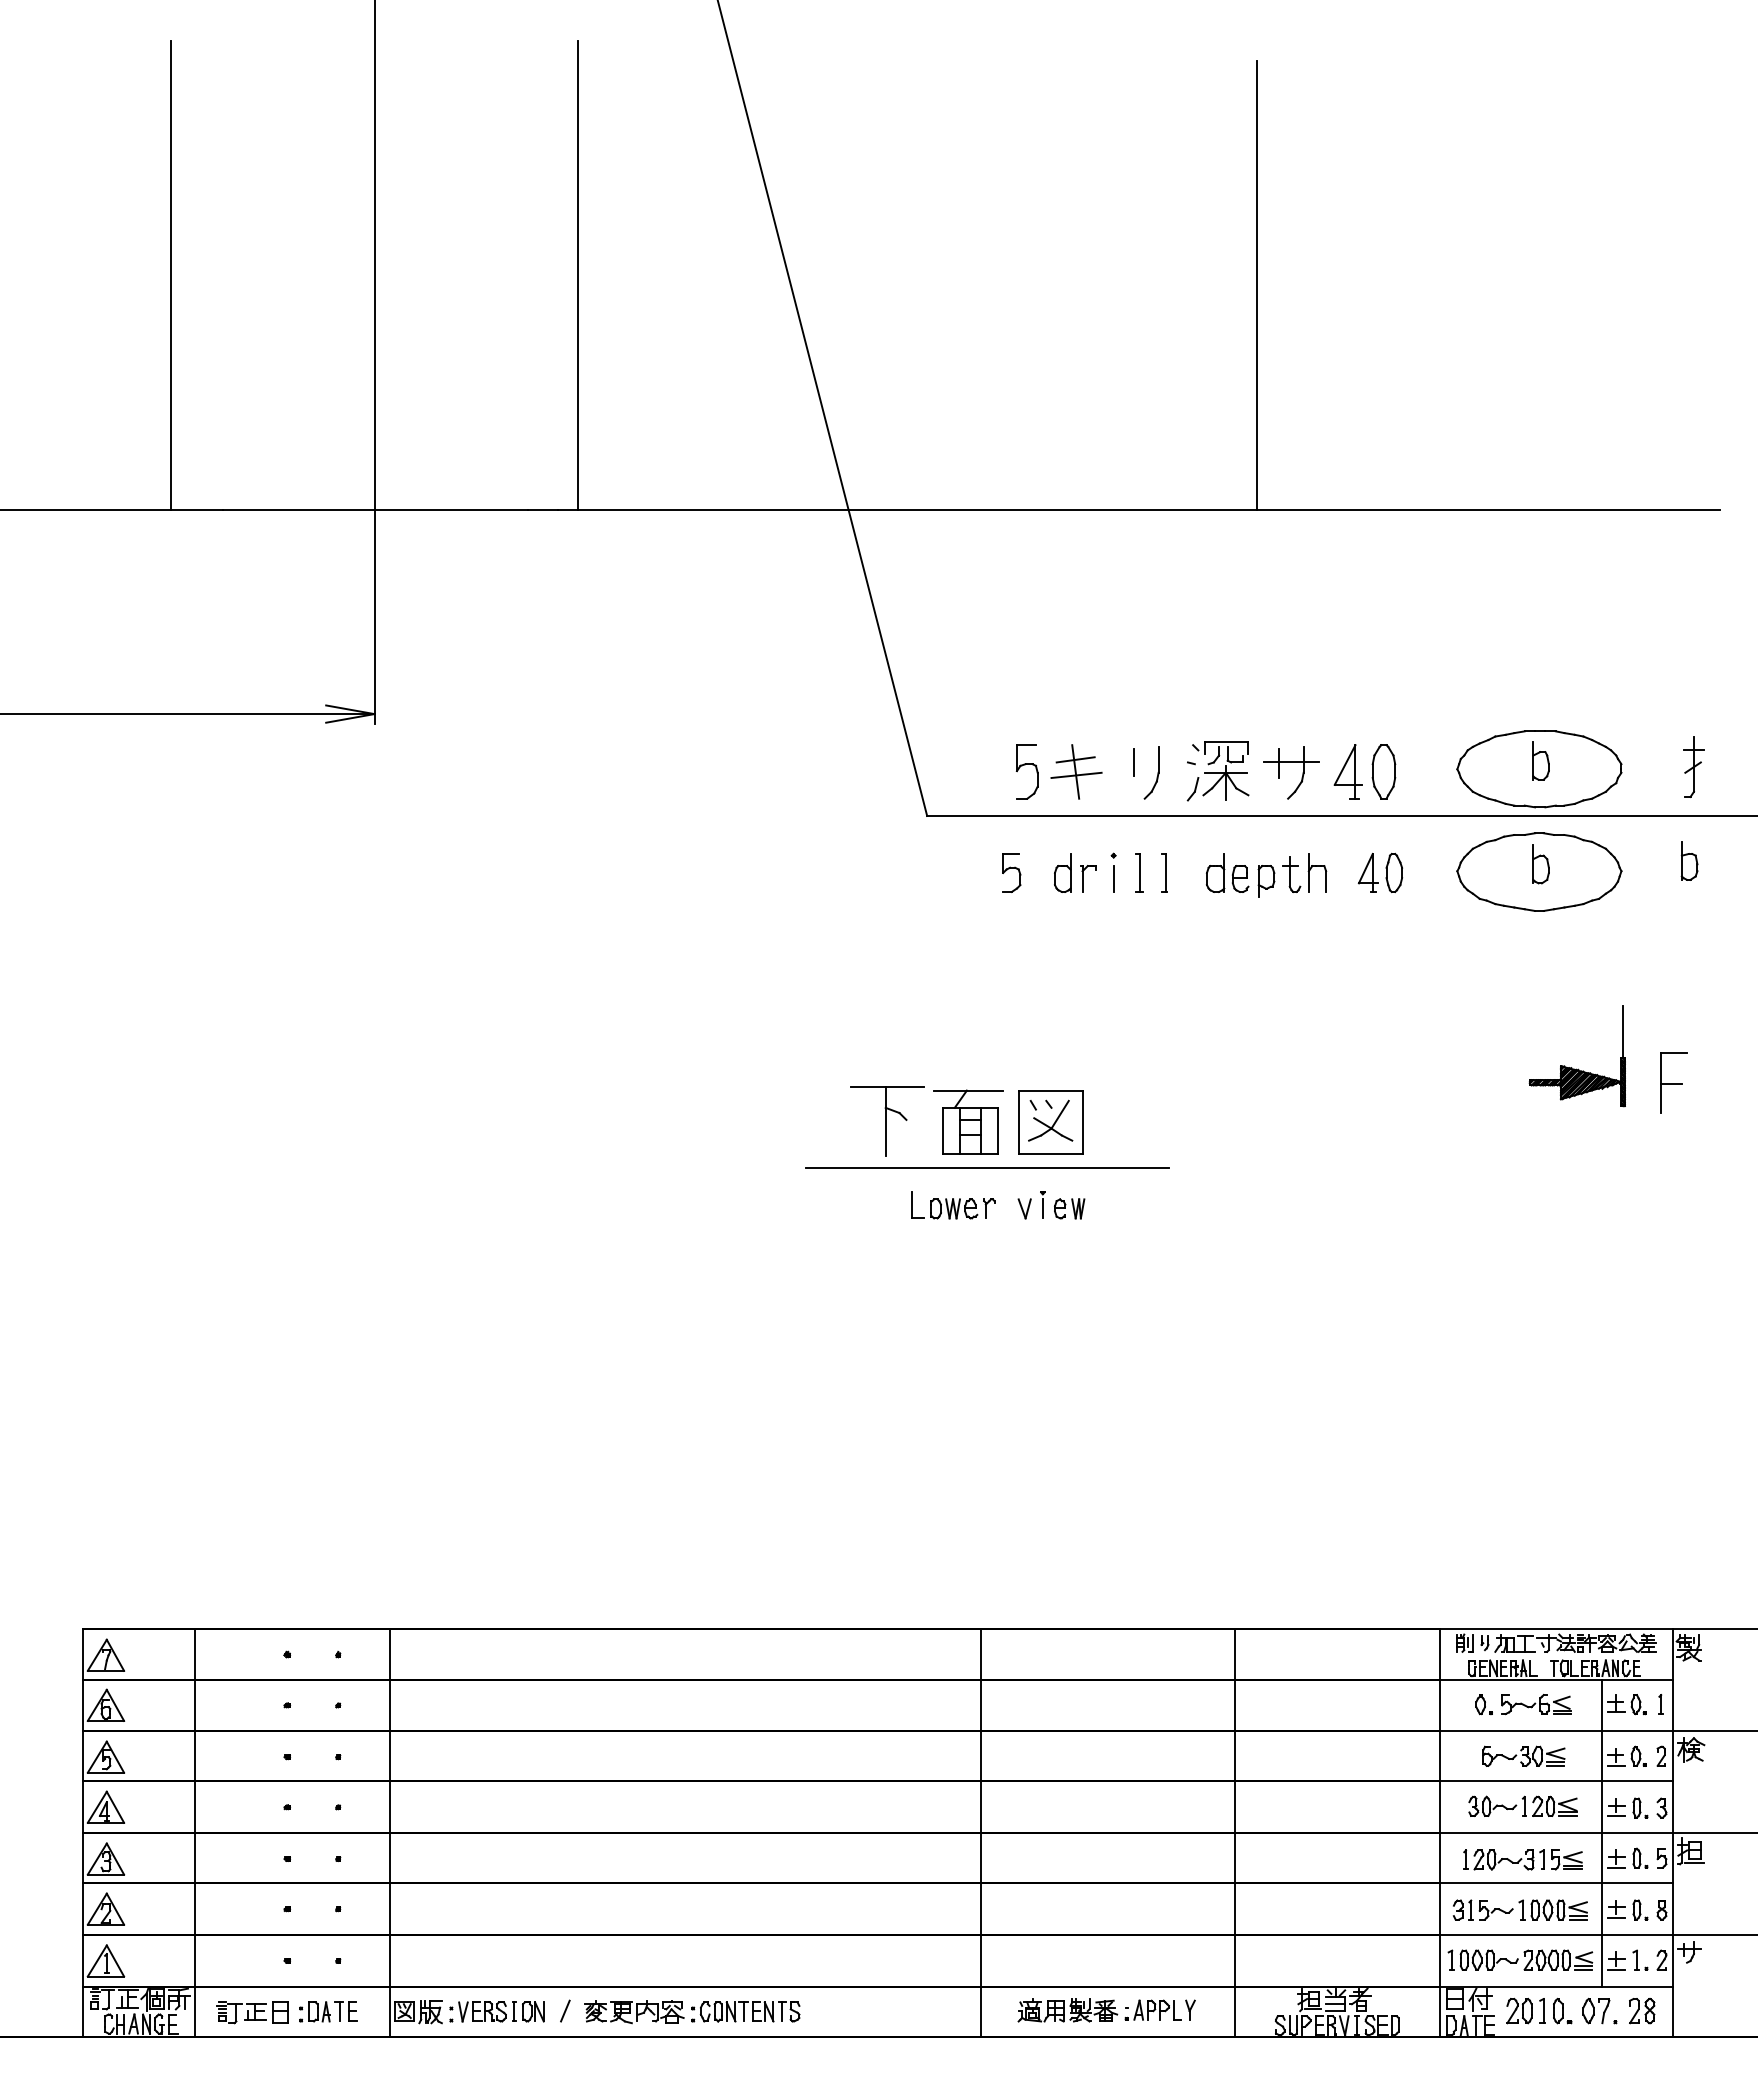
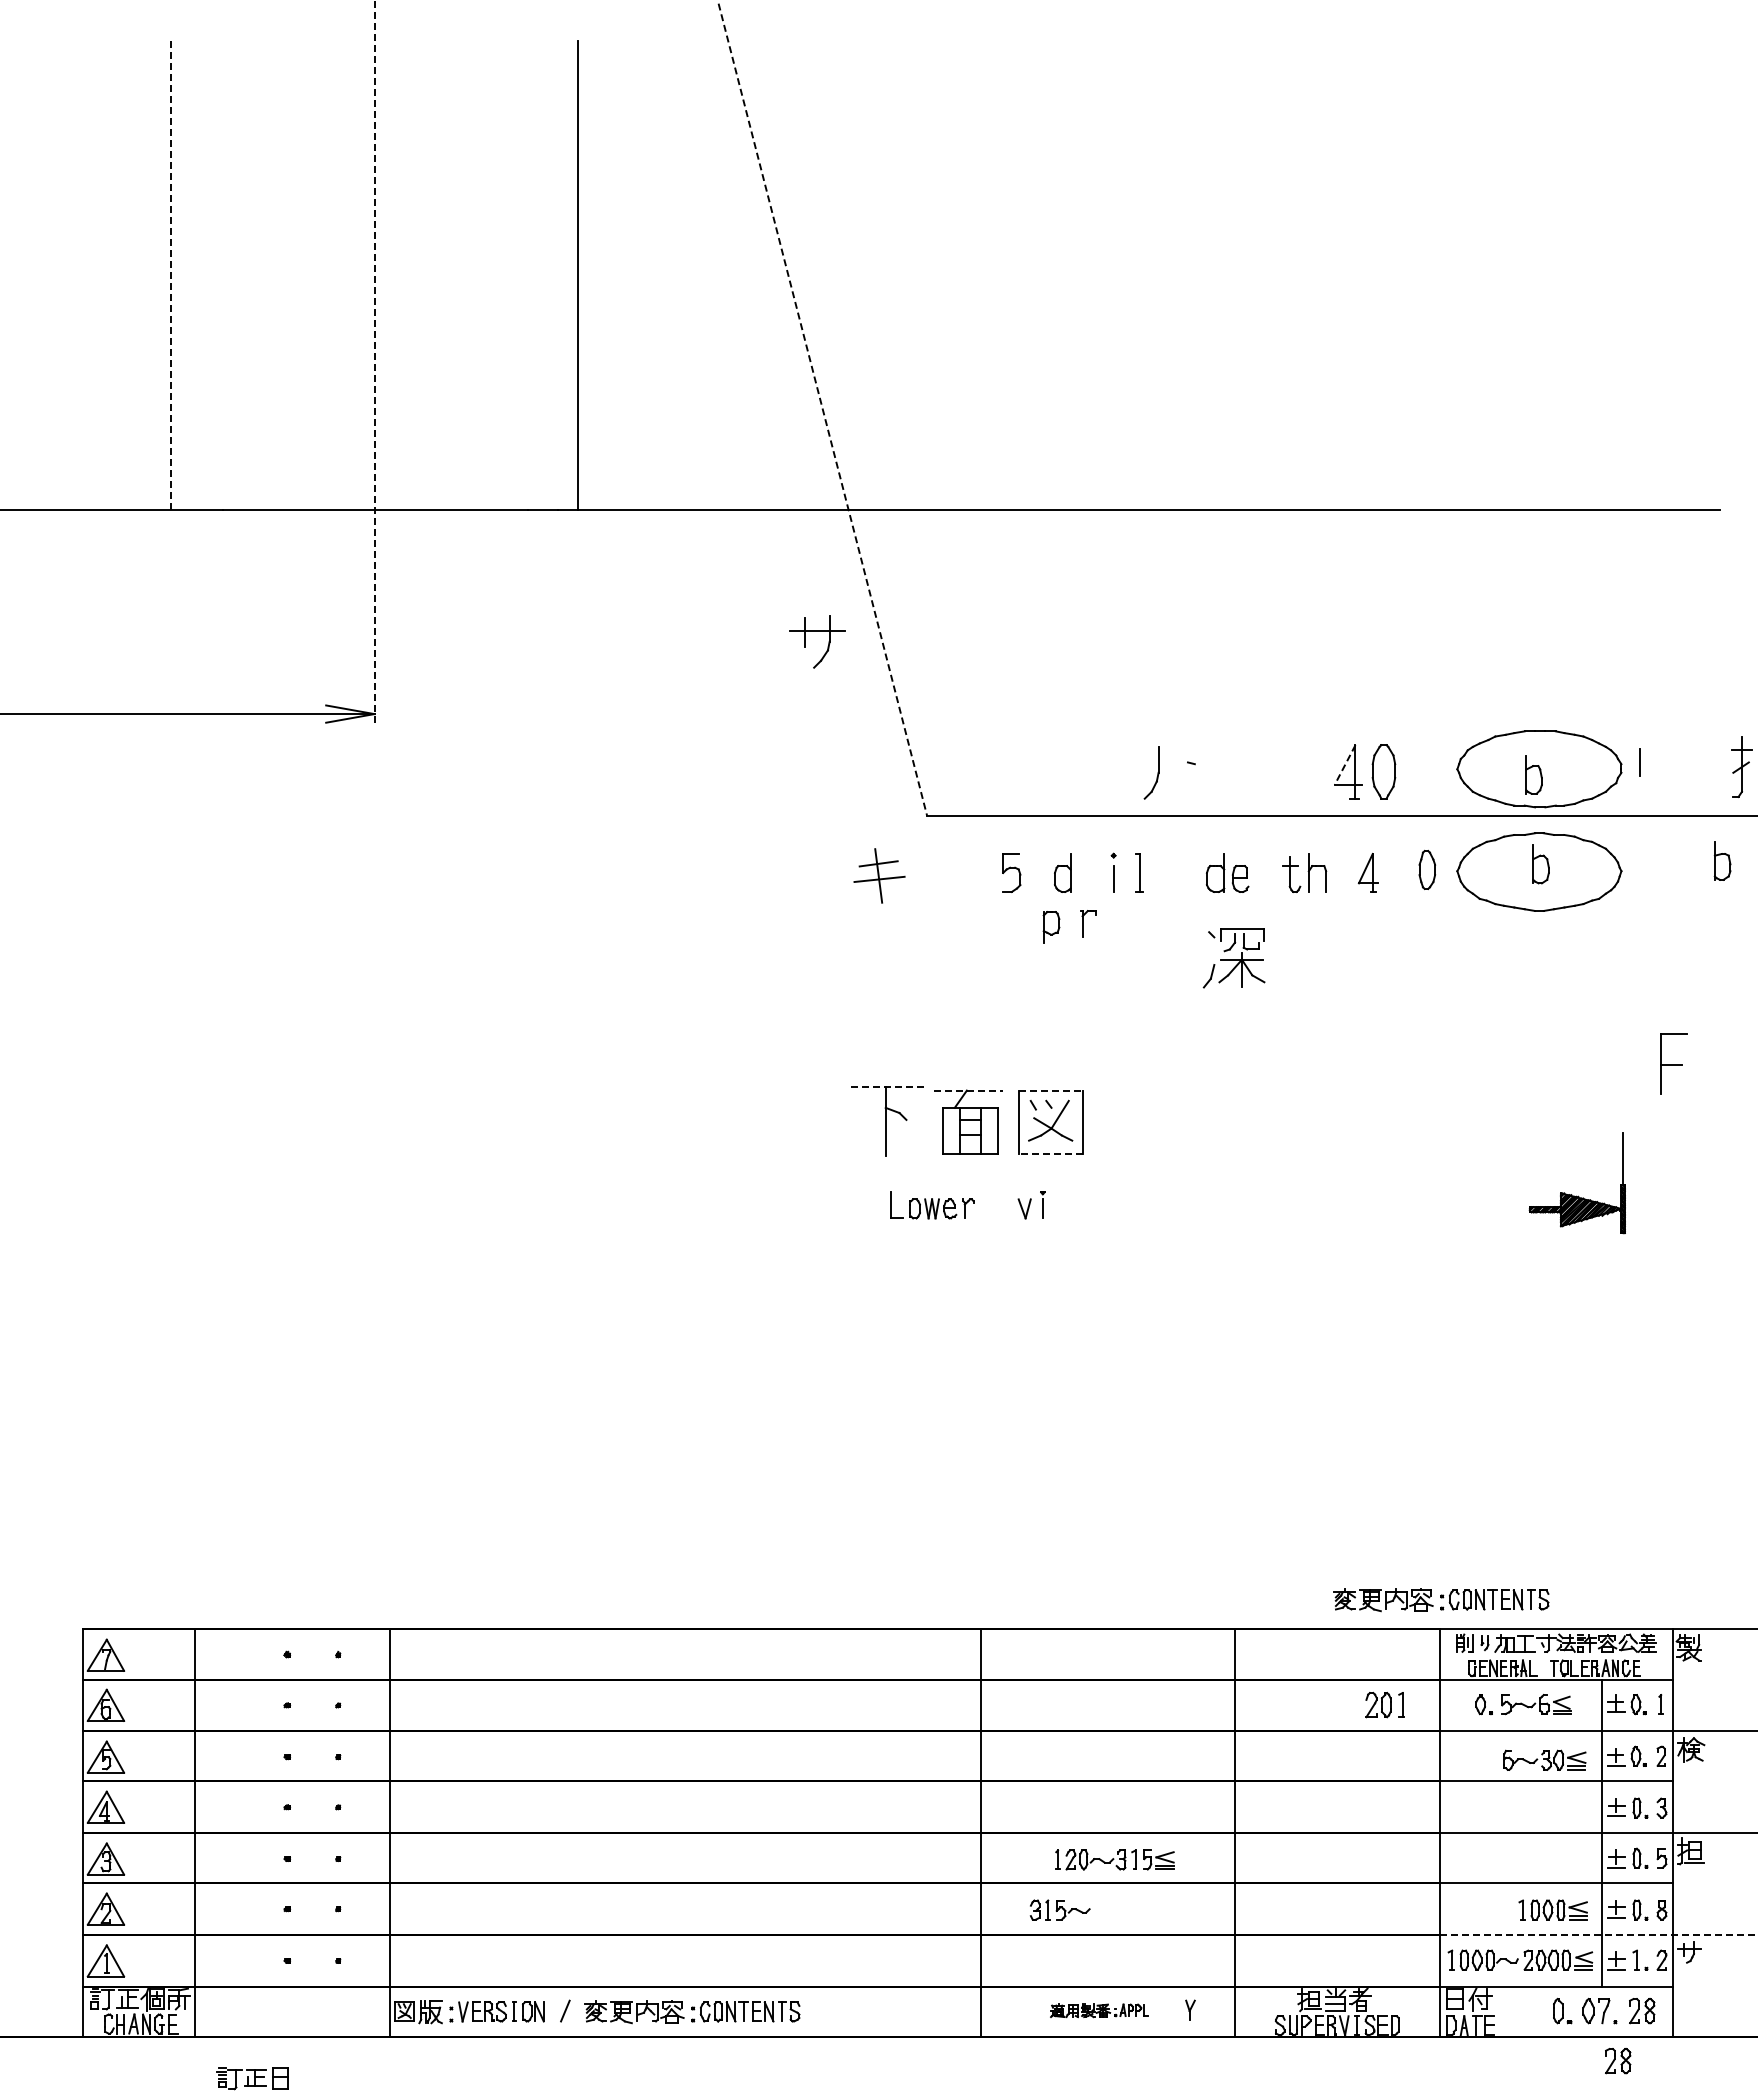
line at (170, 275): solid -> dashed
line at (1257, 285): present -> none
line at (374, 362): solid -> dashed
line at (822, 408): solid -> dashed
part at (1540, 760) position: (1540, 760) -> (1533, 774)
line at (1133, 762) position: (1133, 762) -> (1639, 762)
part at (1291, 762) position: (1291, 762) -> (817, 631)
part at (1025, 765): present -> none
line at (1344, 765): solid -> dashed
part at (1693, 766) position: (1693, 766) -> (1741, 766)
part at (1076, 771) position: (1076, 771) -> (879, 875)
part at (1217, 771) position: (1217, 771) -> (1233, 958)
part at (1689, 860) position: (1689, 860) -> (1722, 860)
part at (1164, 872): present -> none
part at (1394, 872) position: (1394, 872) -> (1427, 869)
part at (1088, 878) position: (1088, 878) -> (1088, 923)
part at (1266, 881) position: (1266, 881) -> (1051, 927)
part at (1572, 1067) position: (1572, 1067) -> (1572, 1194)
part at (1673, 1082) position: (1673, 1082) -> (1673, 1063)
line at (887, 1087): solid -> dashed
line at (968, 1090): solid -> dashed
line at (1050, 1090): solid -> dashed
line at (1050, 1154): solid -> dashed
line at (987, 1168): present -> none
part at (953, 1205) position: (953, 1205) -> (932, 1205)
part at (1069, 1208): present -> none
part at (1441, 1600): none -> present
part at (1523, 1755) position: (1523, 1755) -> (1544, 1759)
part at (1522, 1805): present -> none
part at (1522, 1859) position: (1522, 1859) -> (1114, 1859)
part at (1482, 1909) position: (1482, 1909) -> (1059, 1909)
line at (1598, 1935): solid -> dashed
part at (1099, 2010) size: 165x25 px -> 99x16 px
part at (1525, 2010) position: (1525, 2010) -> (1384, 1704)
part at (328, 2011): present -> none
part at (252, 2012) position: (252, 2012) -> (252, 2078)
part at (1618, 2061): none -> present
